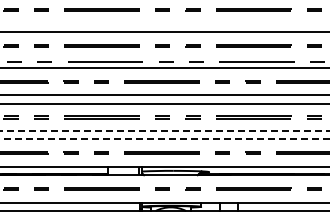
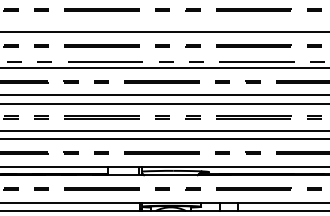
line at (164, 131): dashed -> solid
line at (165, 139): dashed -> solid
